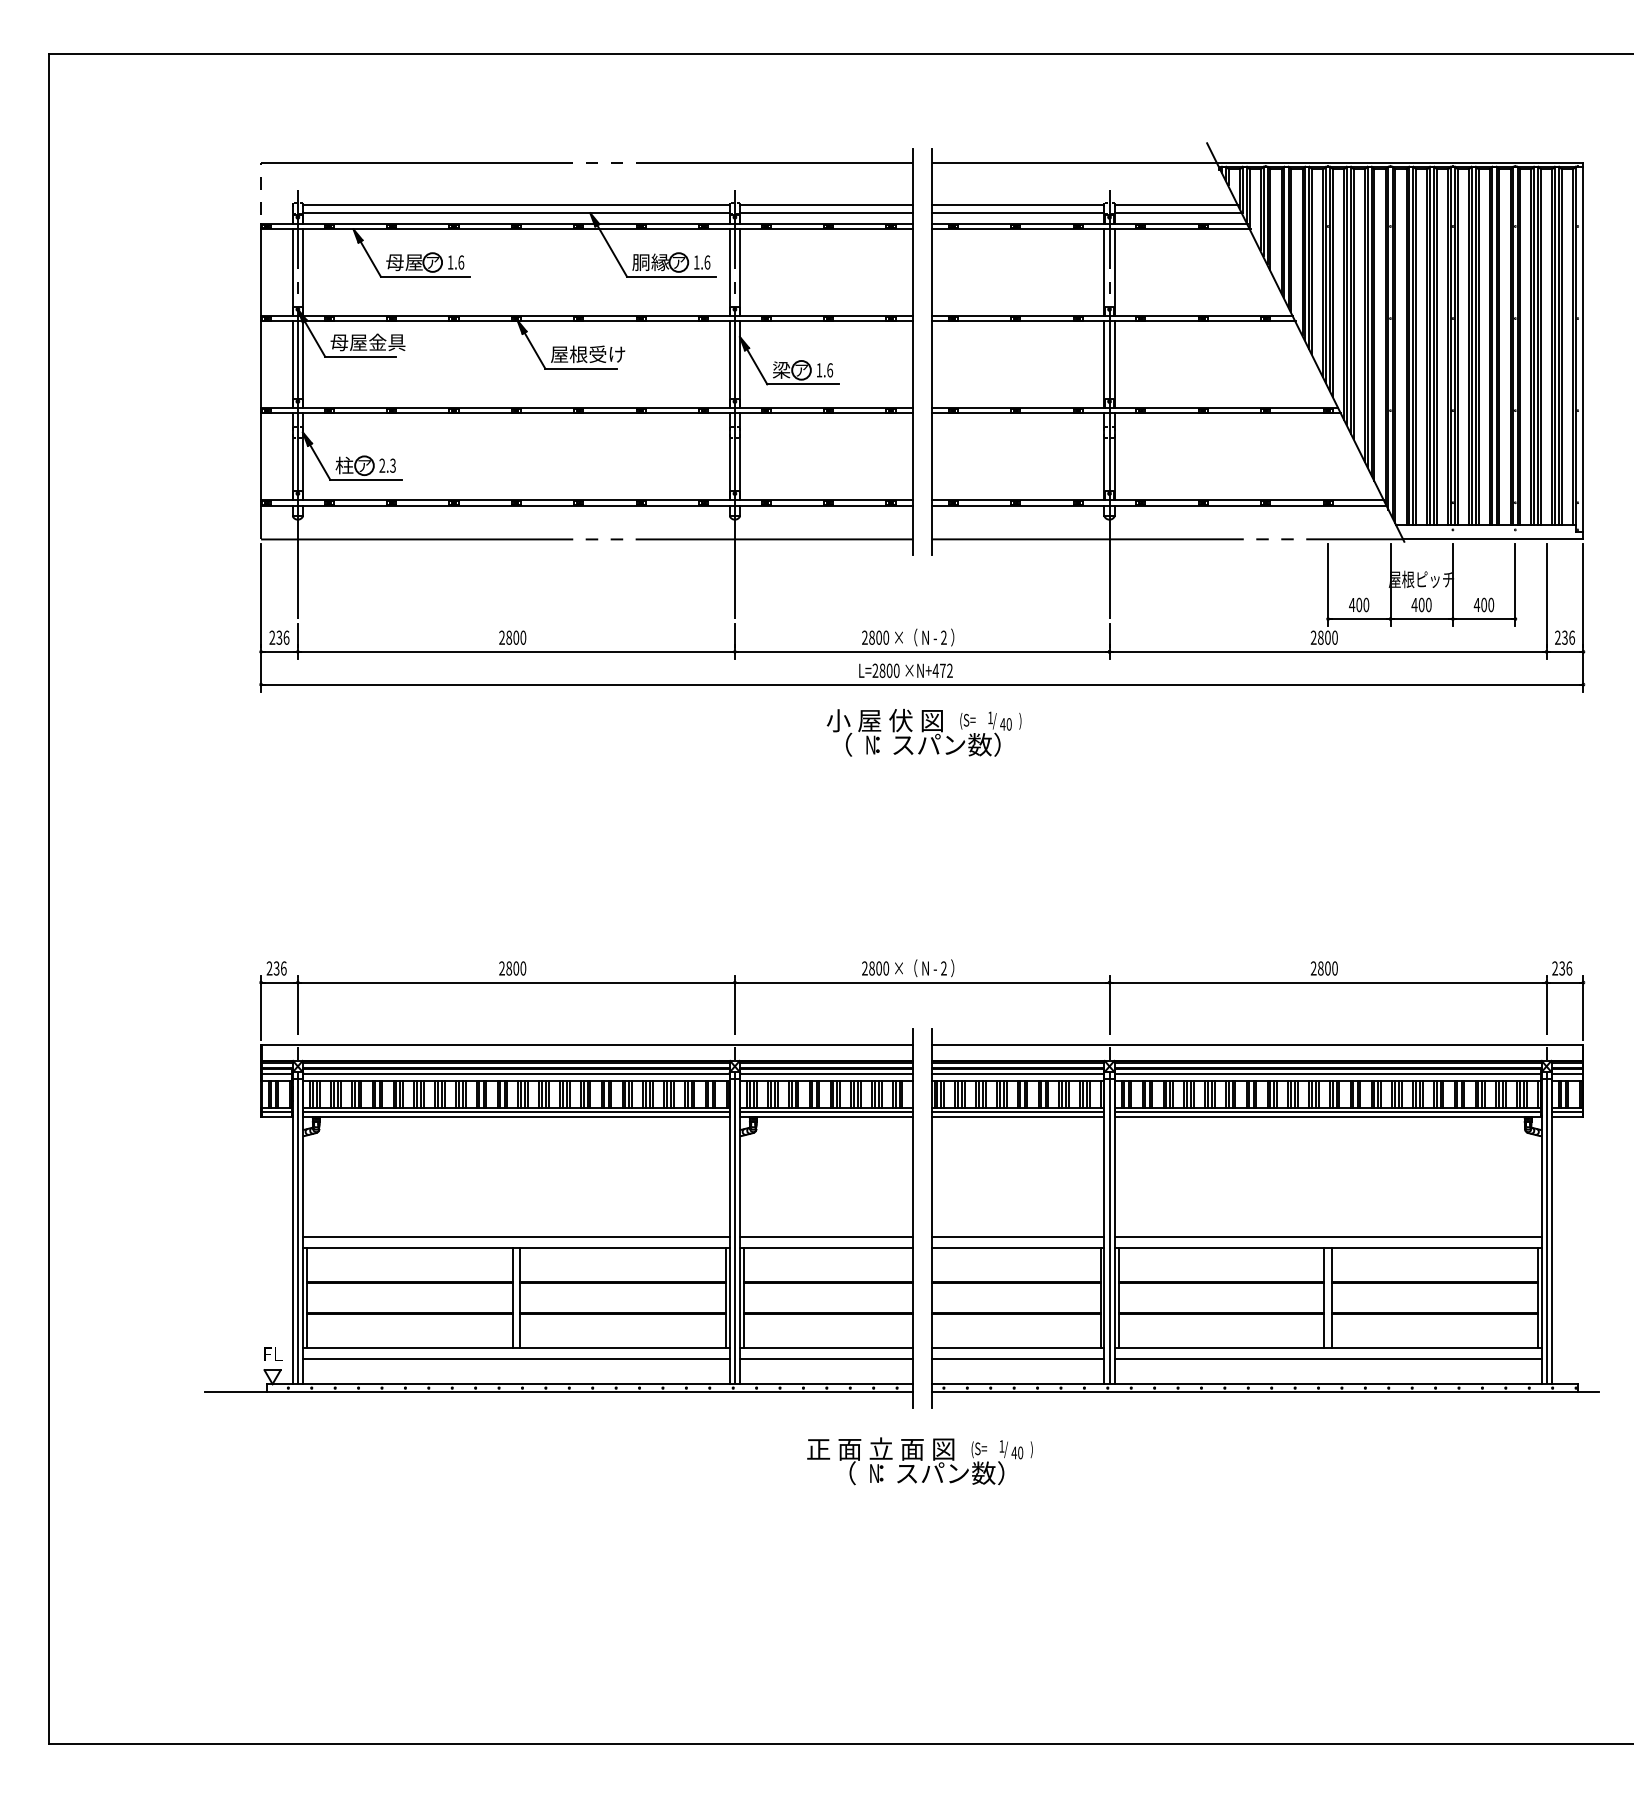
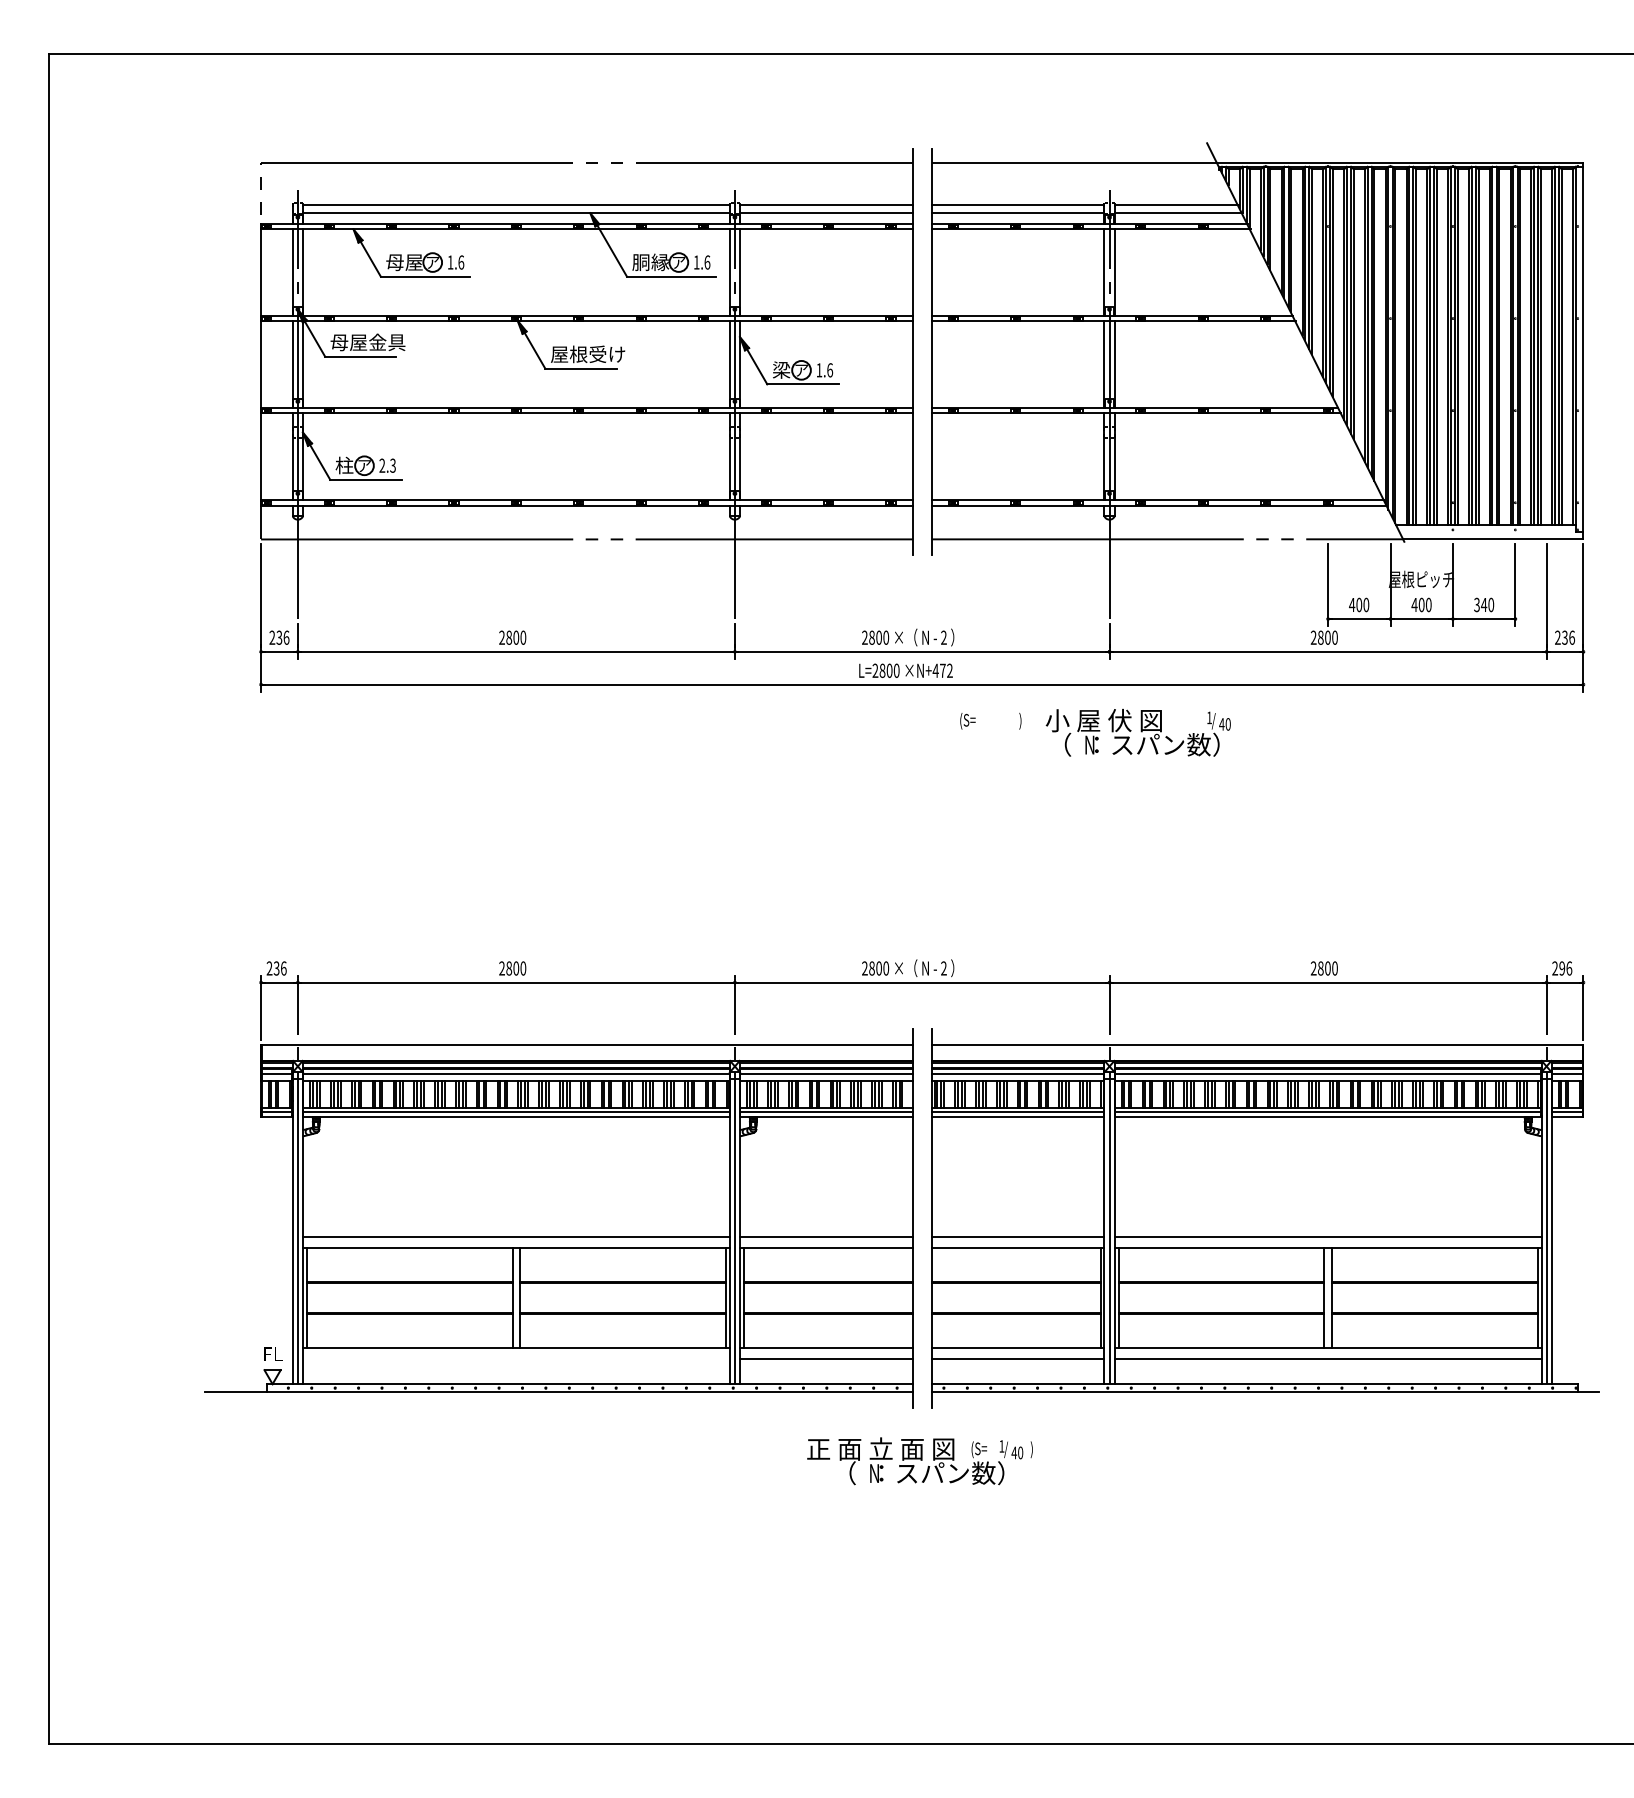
text at (1480, 604): 400 -> 340
text at (918, 732) position: (918, 732) -> (1137, 732)
text at (1562, 968): 236 -> 296
line at (515, 1358): present -> none
